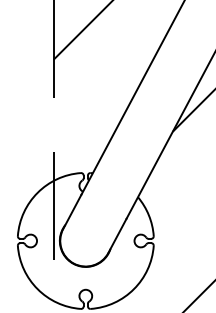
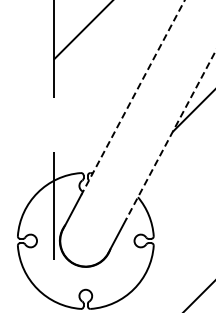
line at (132, 97): solid -> dashed
line at (171, 134): solid -> dashed
